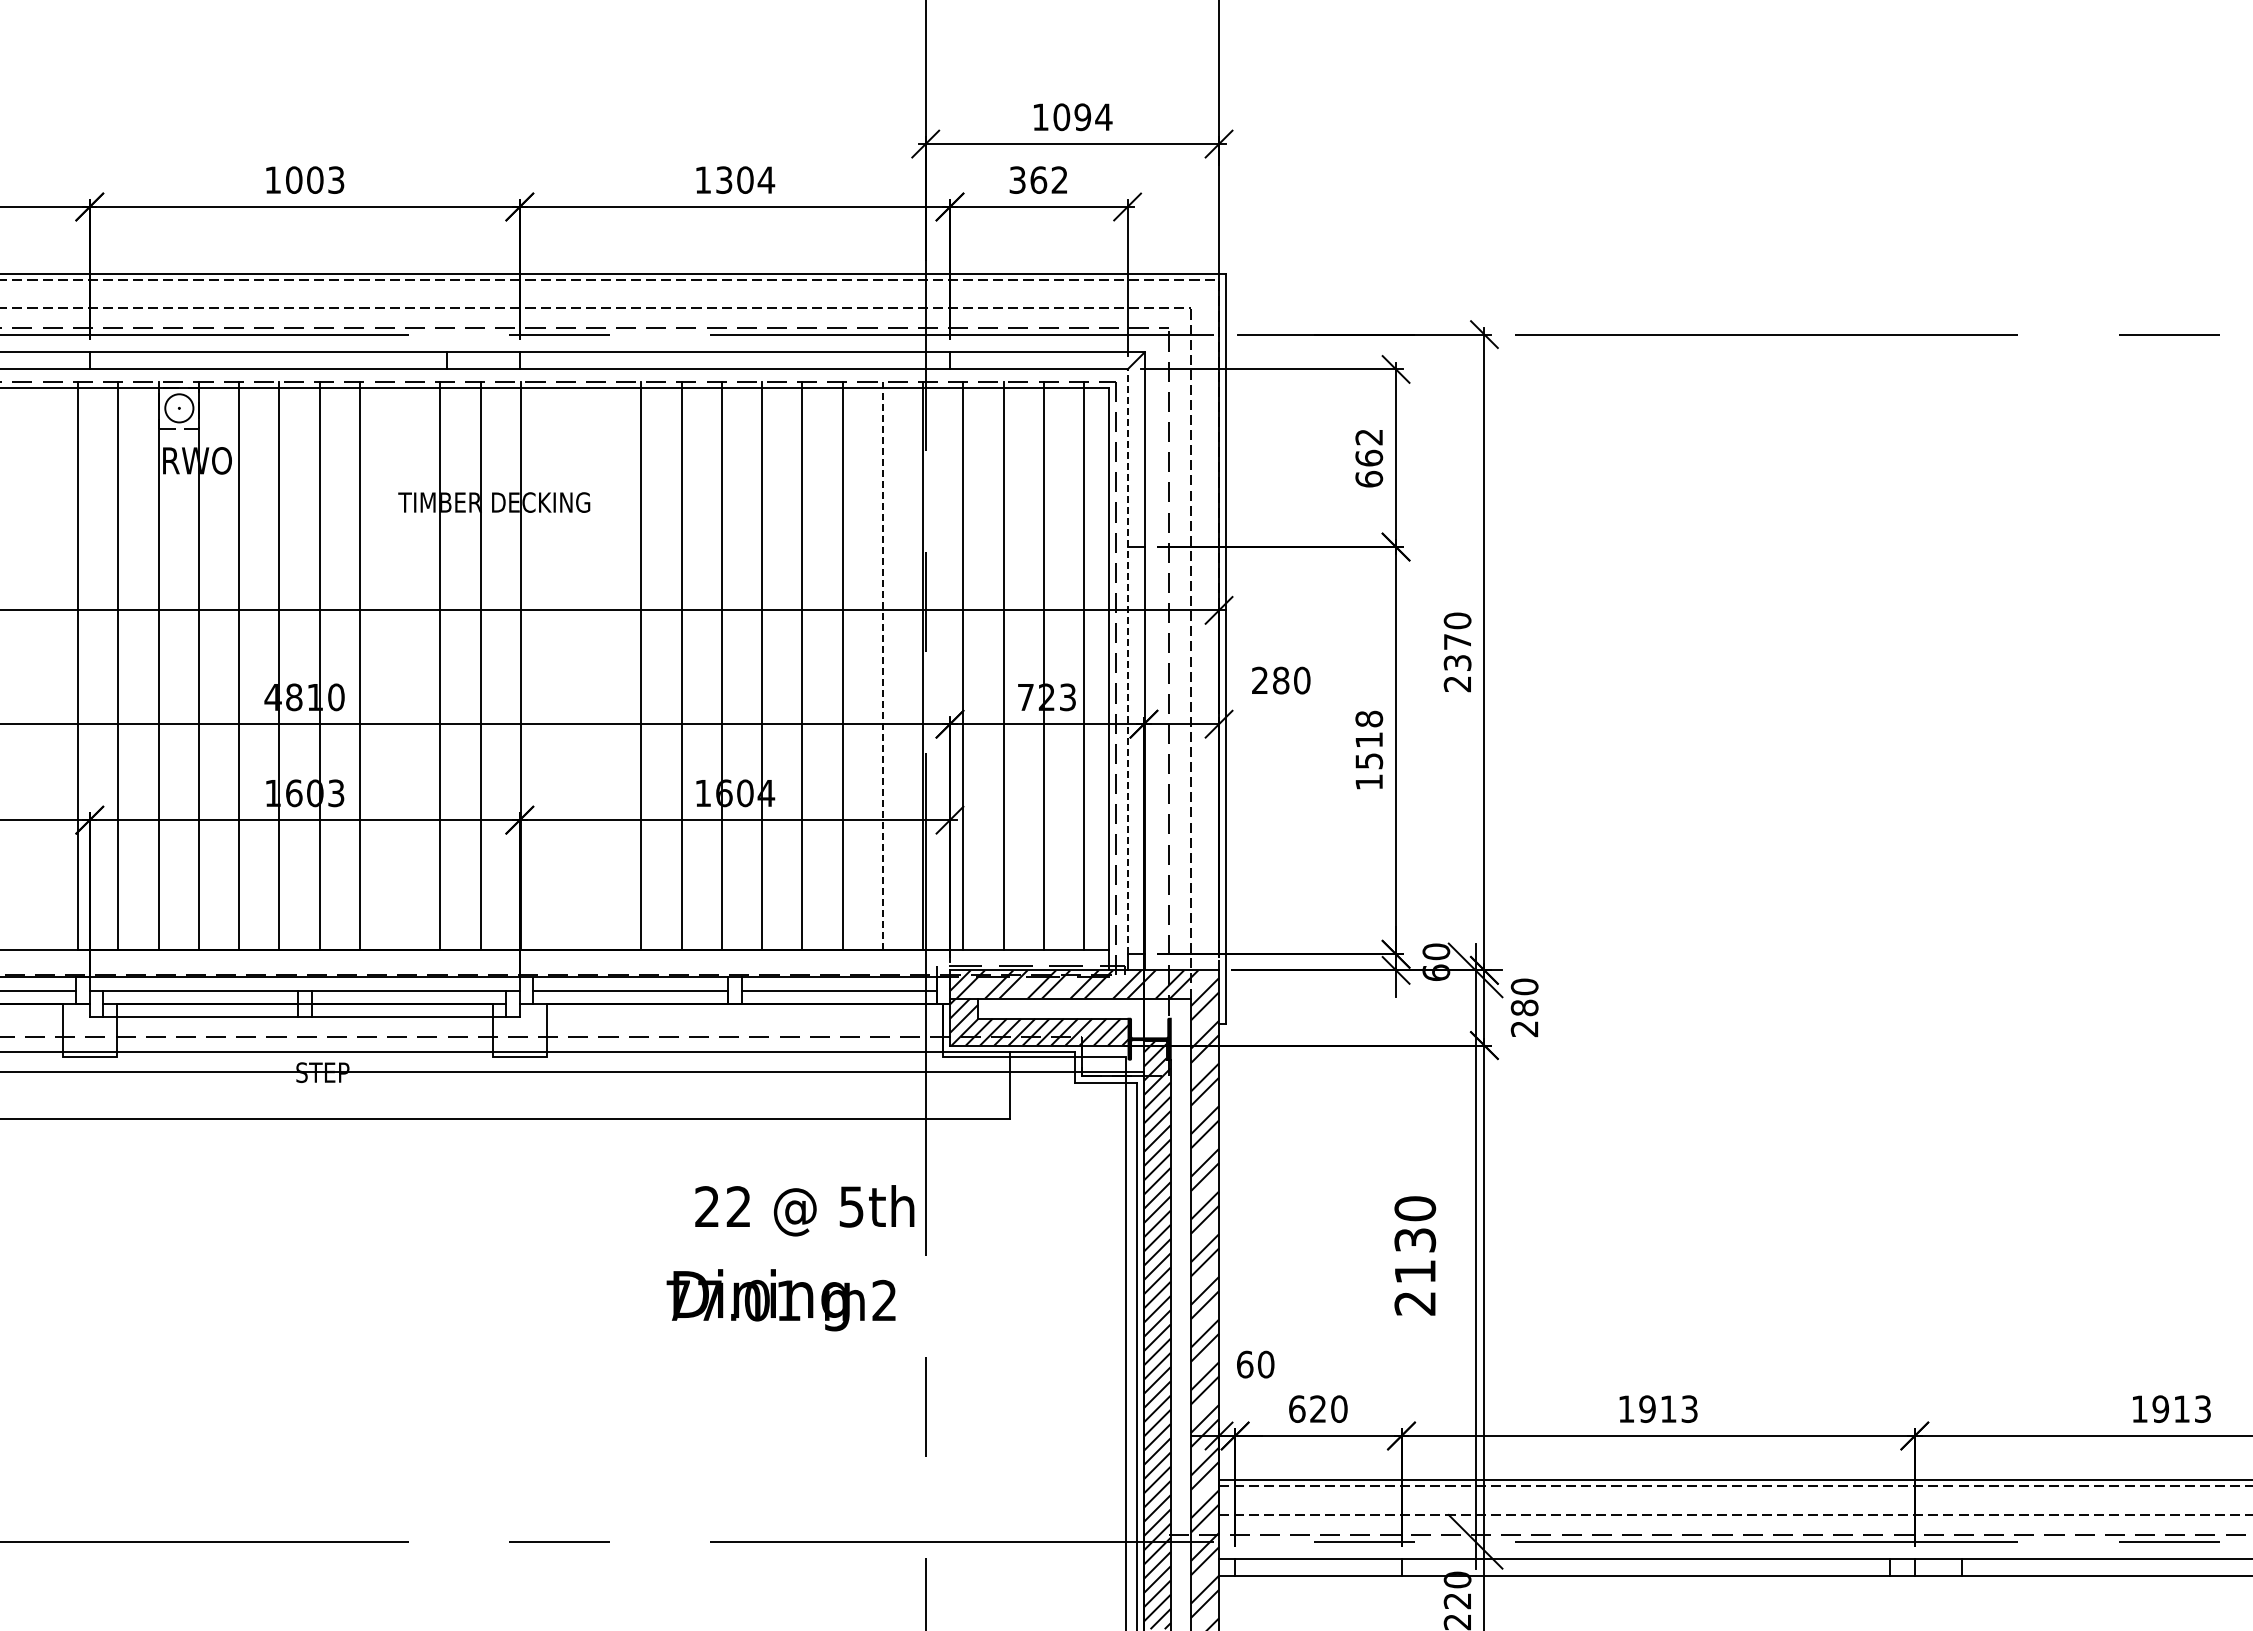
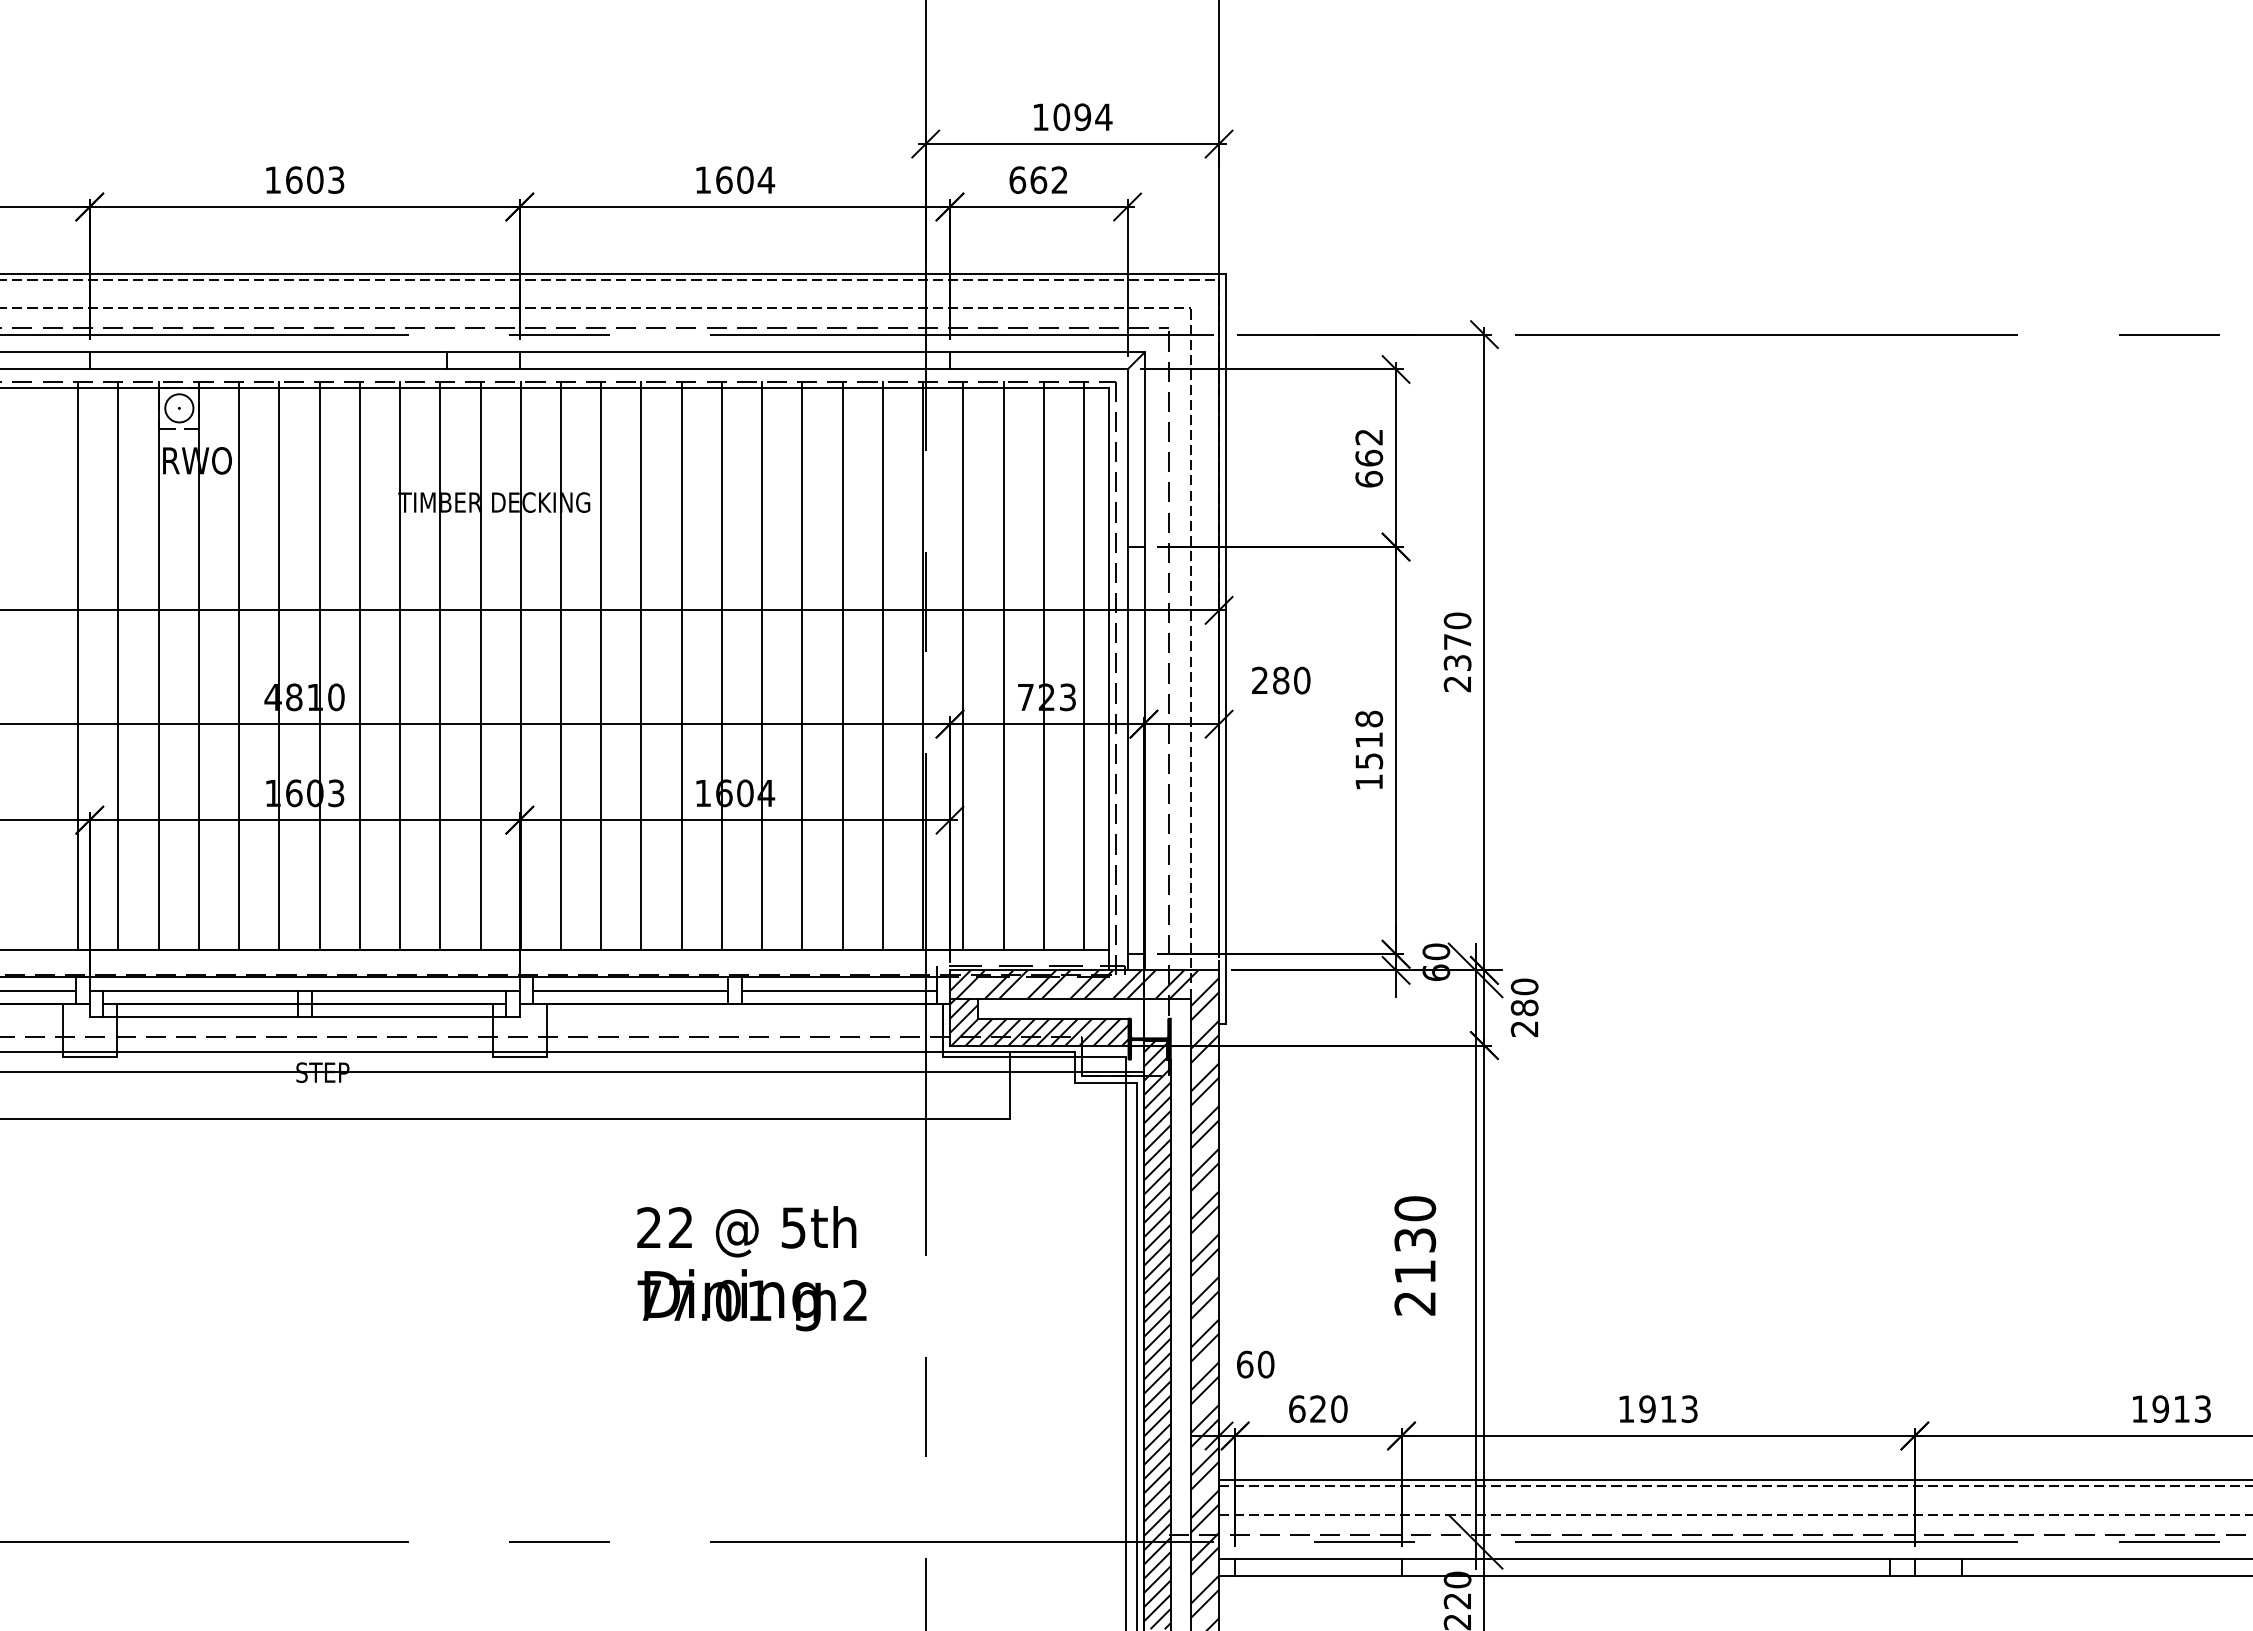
text at (294, 179): 1003 -> 1603
text at (724, 179): 1304 -> 1604
text at (1017, 179): 362 -> 662
line at (1127, 661): dashed -> solid
line at (400, 665): none -> present
line at (561, 665): none -> present
line at (601, 665): none -> present
line at (882, 665): dashed -> solid
text at (804, 1210) position: (804, 1210) -> (746, 1231)
text at (780, 1300) position: (780, 1300) -> (751, 1300)
